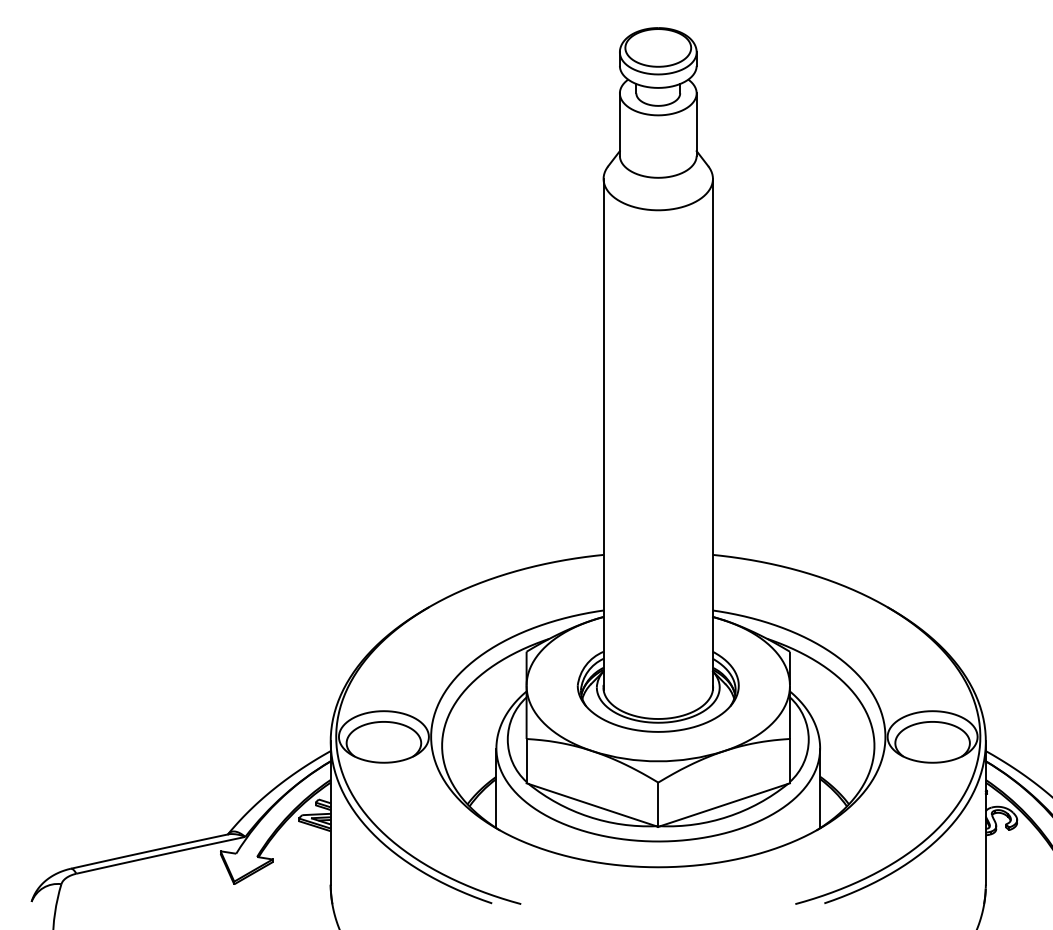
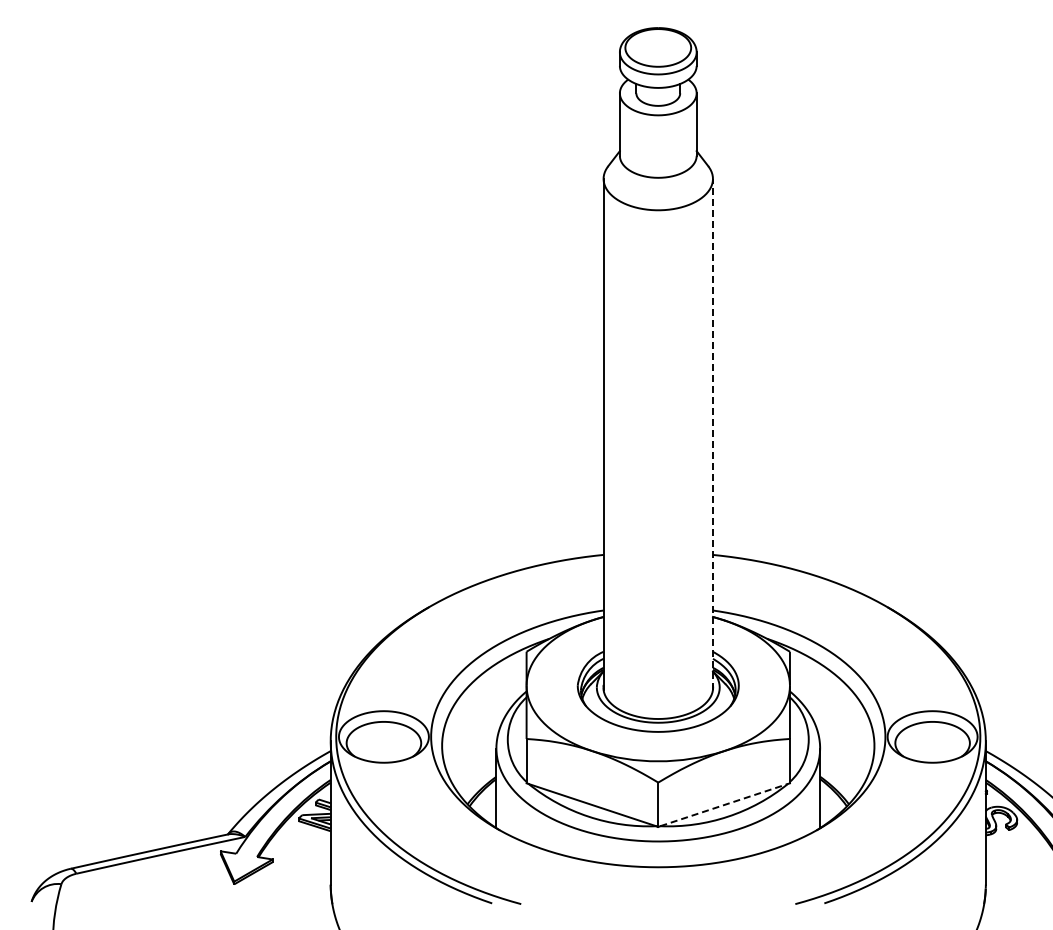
line at (712, 434): solid -> dashed
line at (724, 804): solid -> dashed
